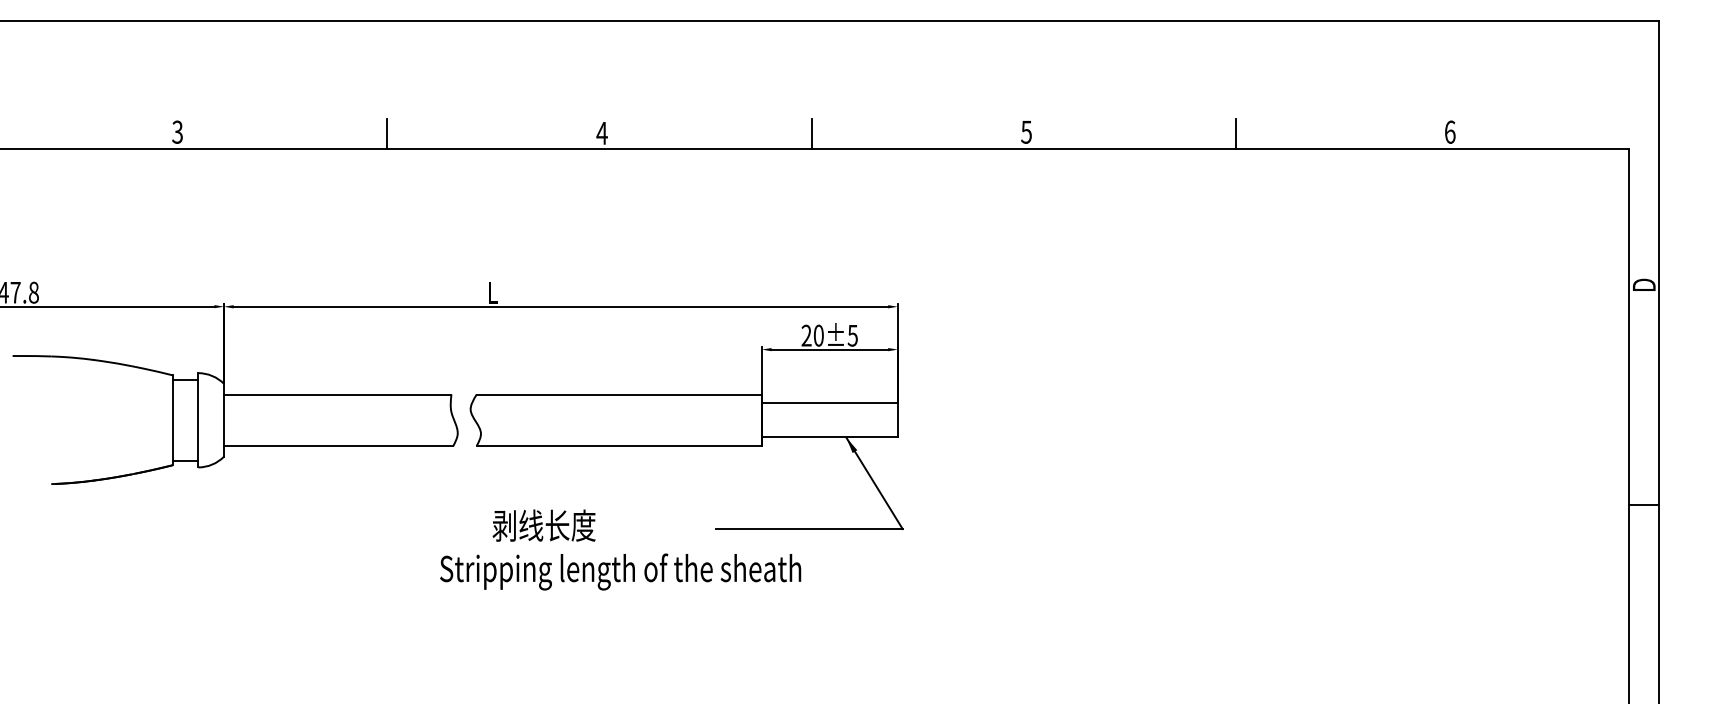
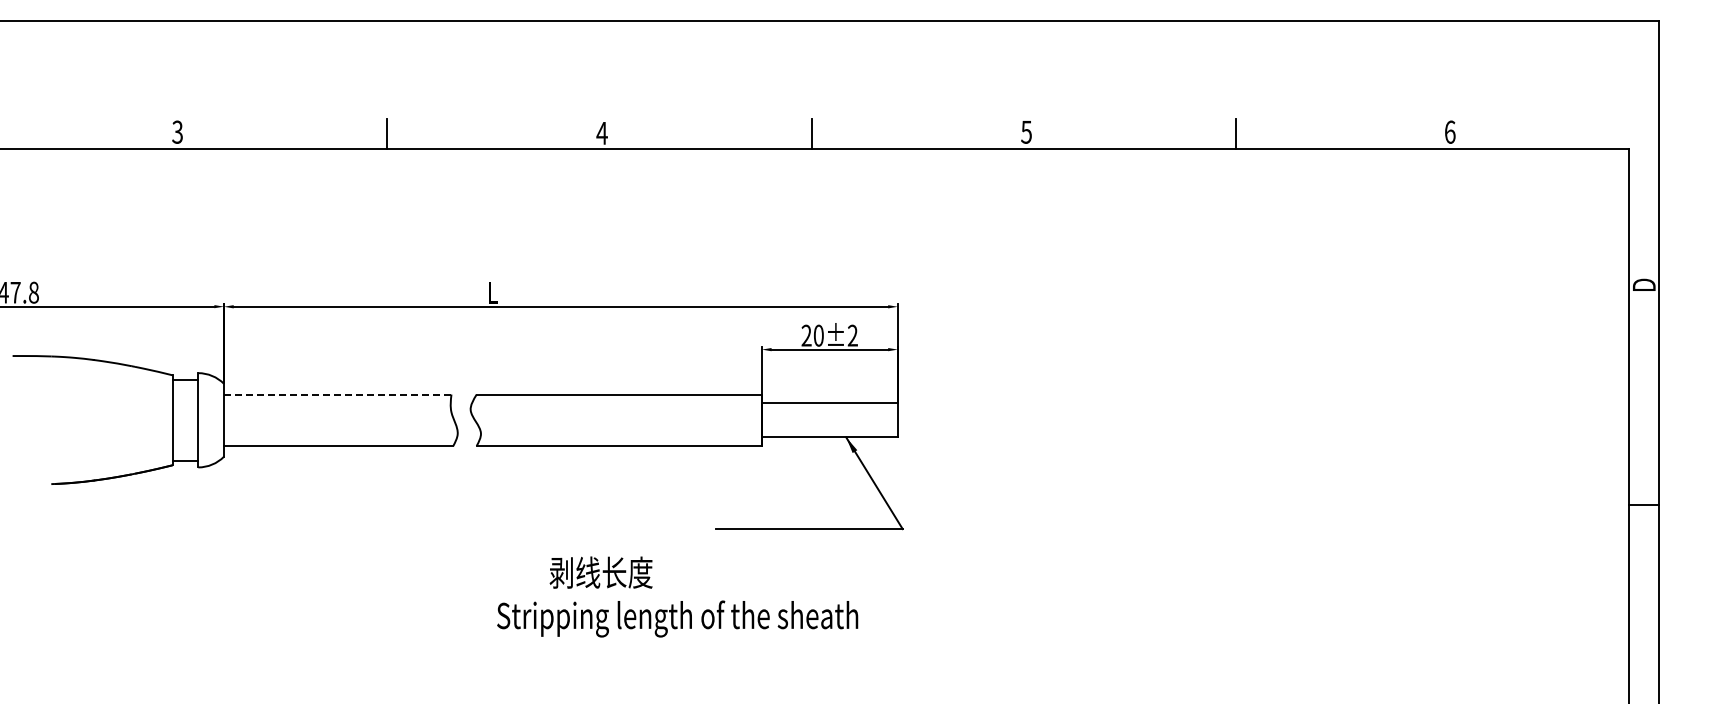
text at (852, 335): 20±5 -> 20±2
line at (337, 394): solid -> dashed
text at (620, 549) position: (620, 549) -> (677, 596)
